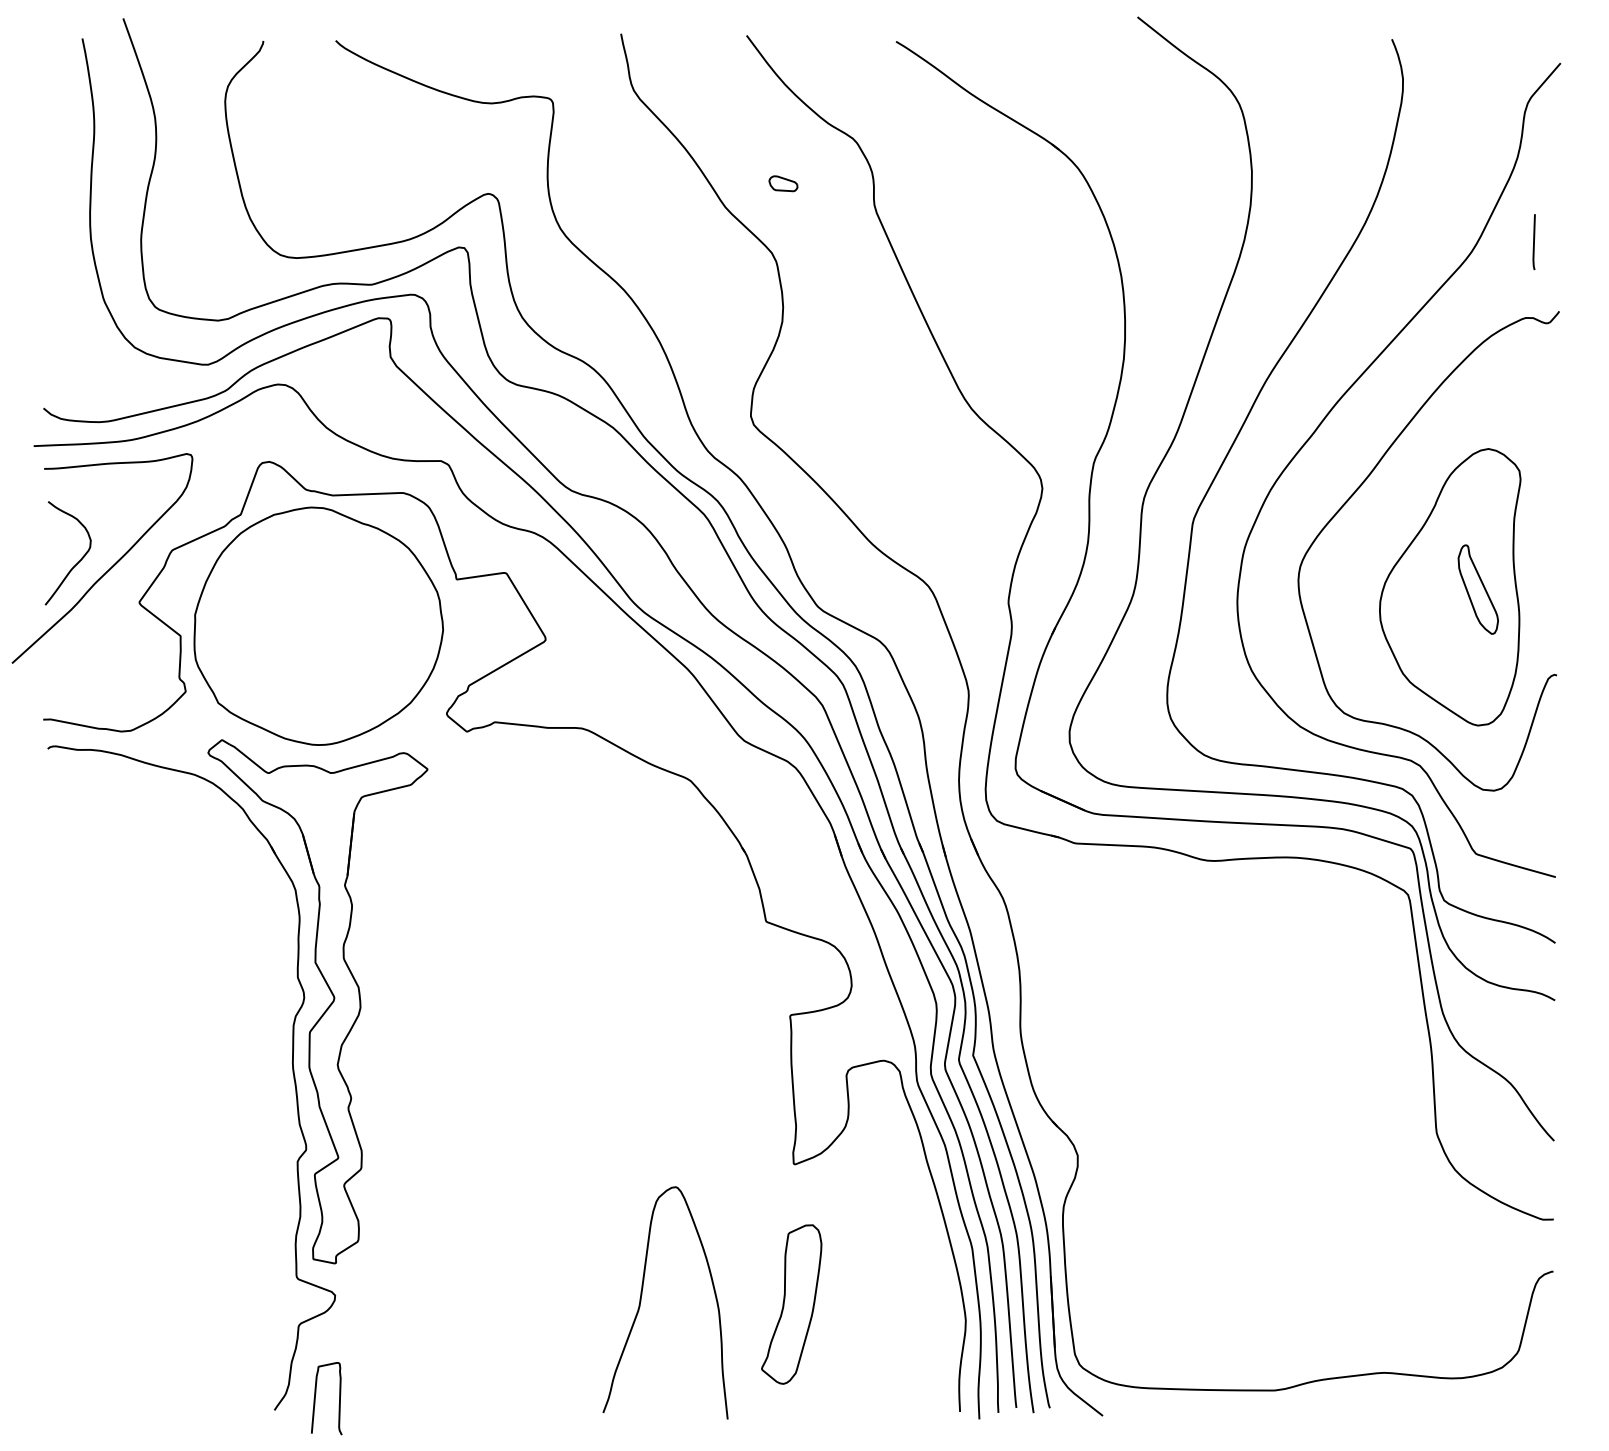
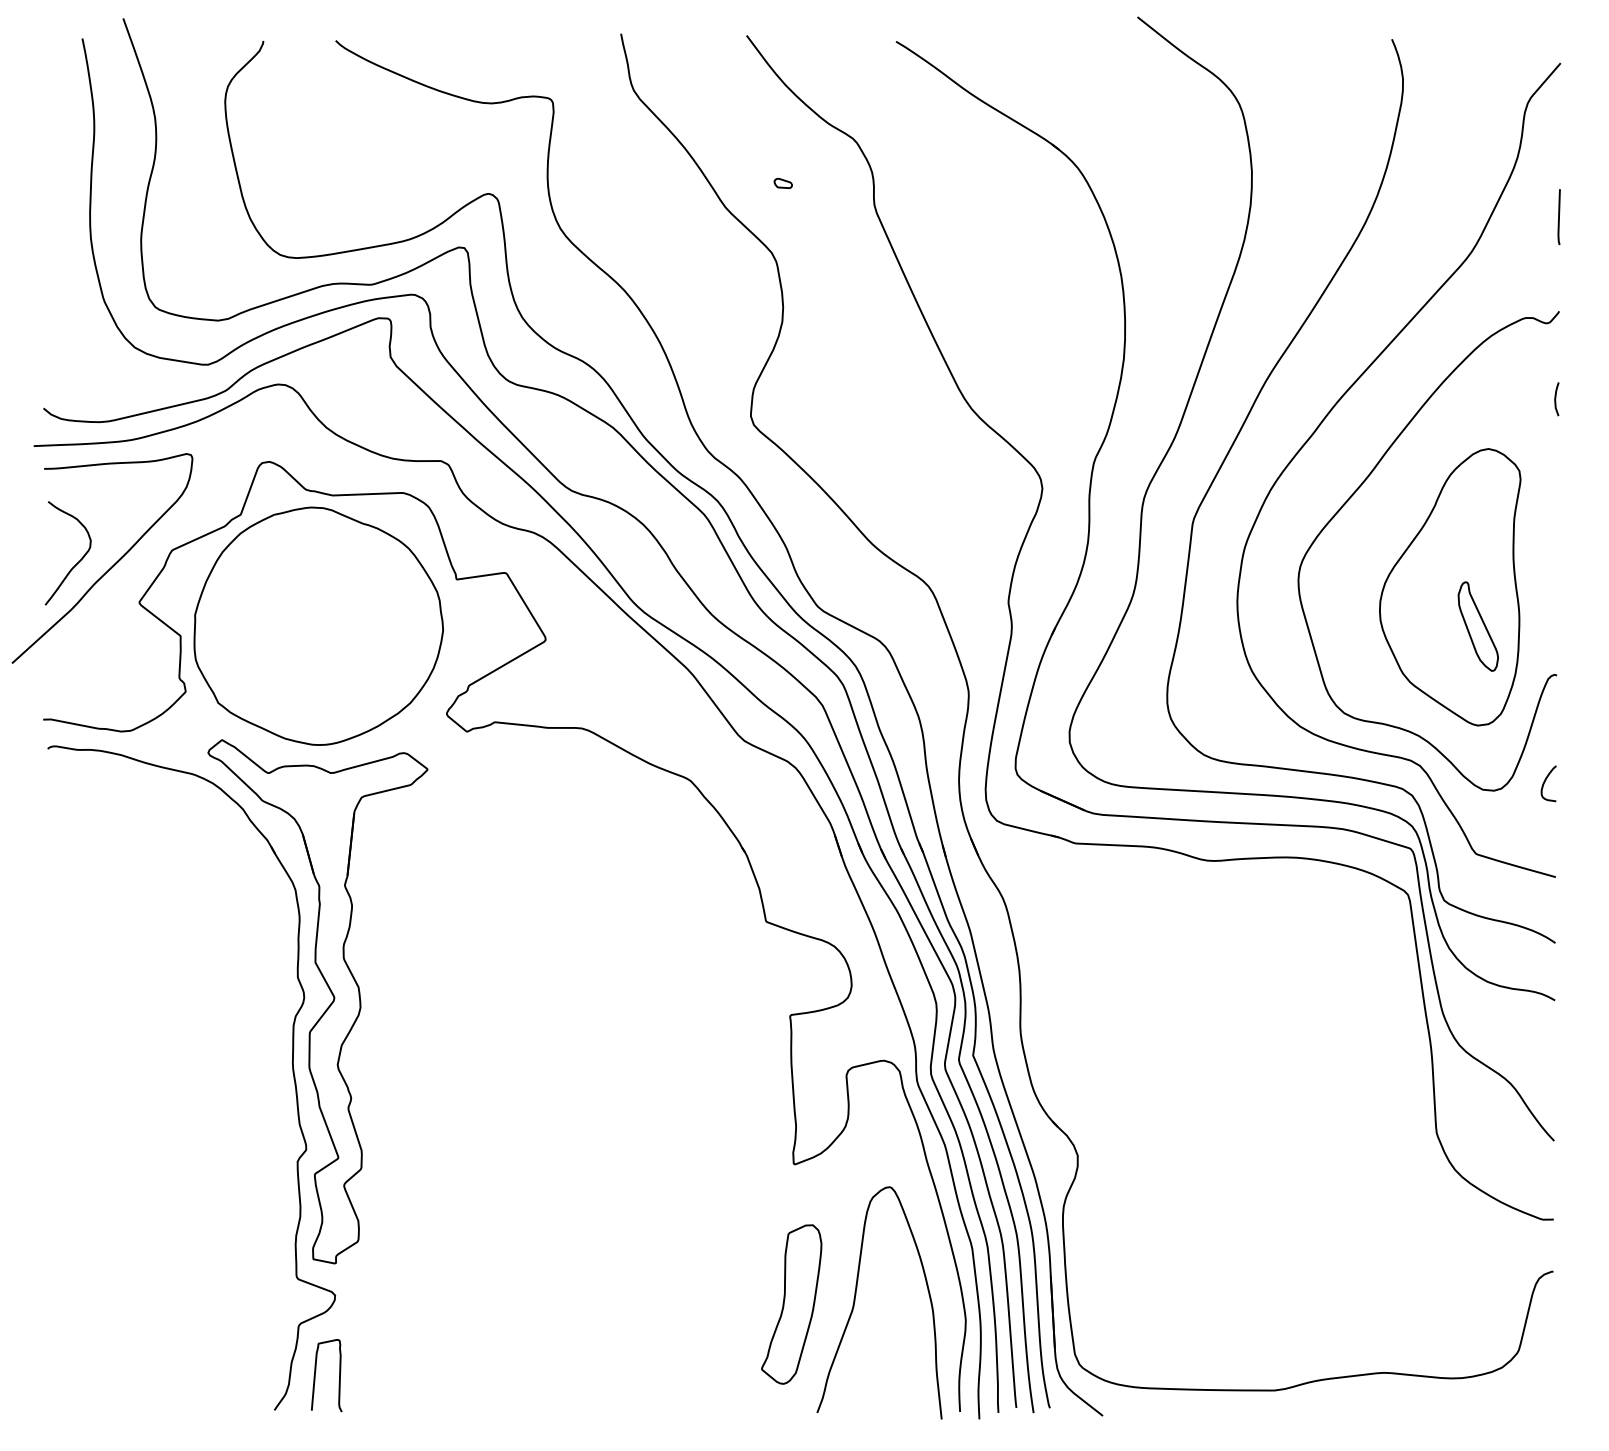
part at (783, 183) size: 31x18 px -> 20x12 px
line at (1533, 242) position: (1533, 242) -> (1558, 217)
curve at (1556, 398): none -> present
part at (1477, 589) position: (1477, 589) -> (1477, 626)
curve at (1545, 782): none -> present
curve at (641, 1301) position: (641, 1301) -> (855, 1301)
curve at (315, 1398) position: (315, 1398) -> (315, 1375)
